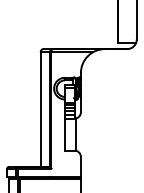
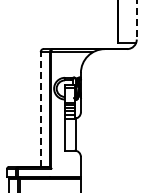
line at (136, 20): solid -> dashed
line at (40, 109): solid -> dashed
